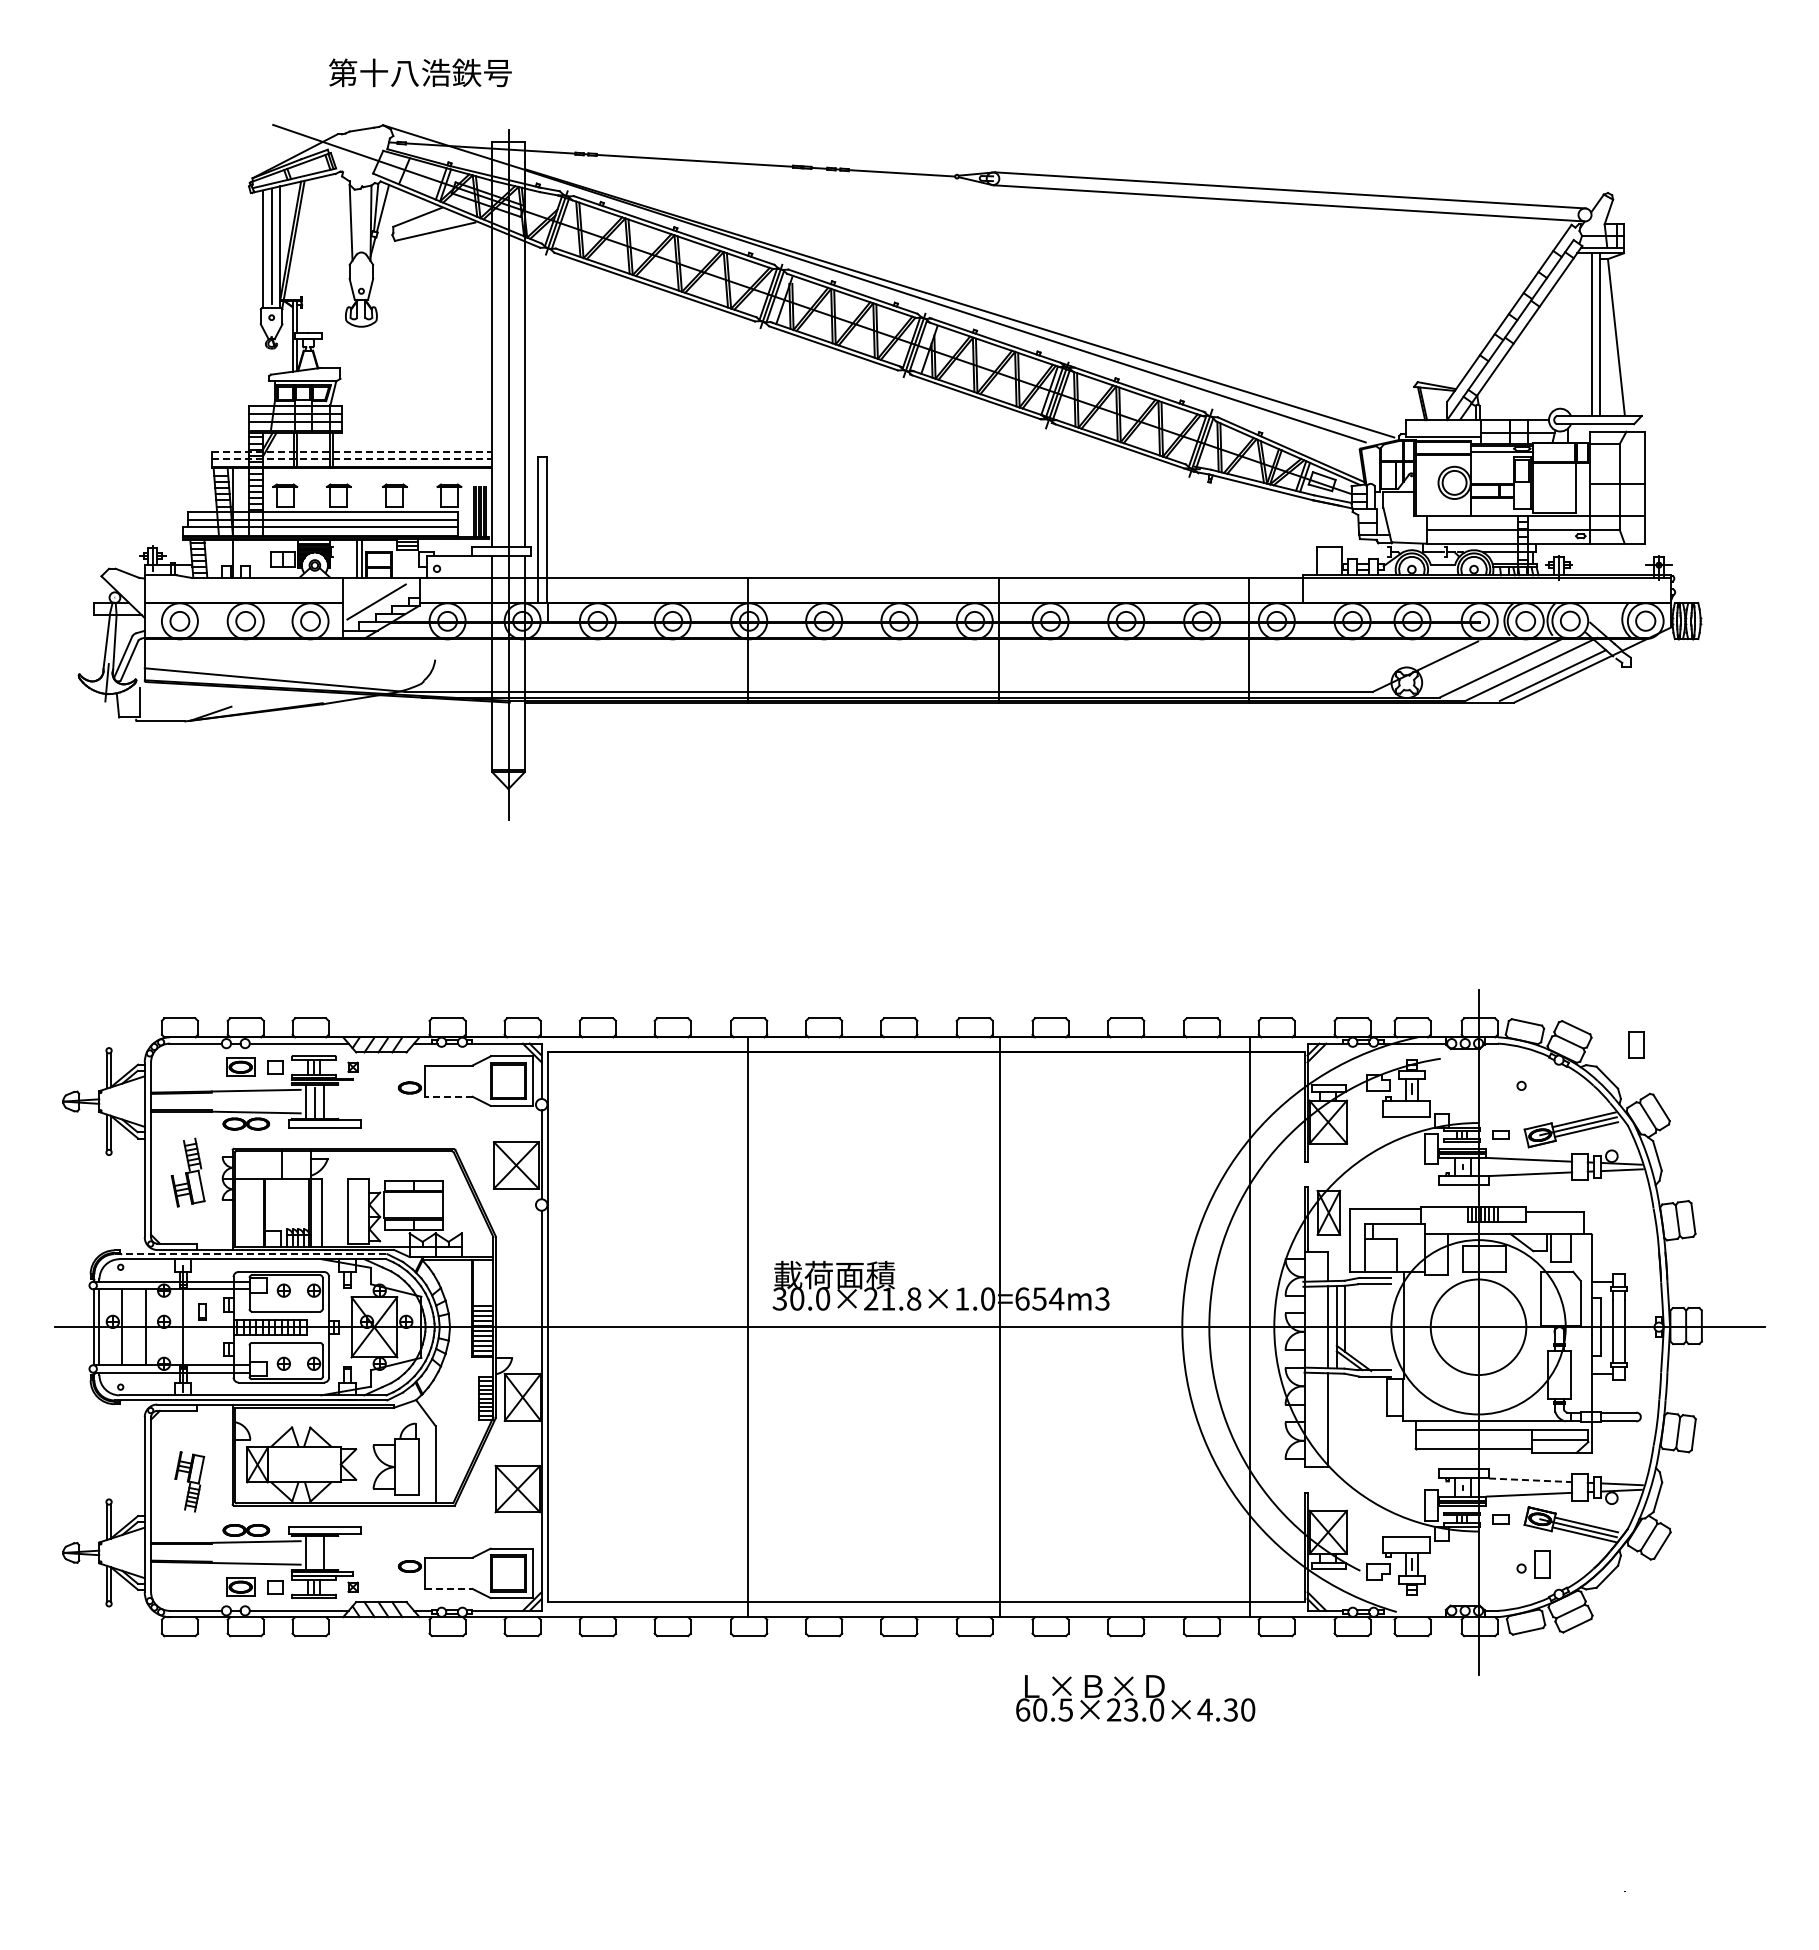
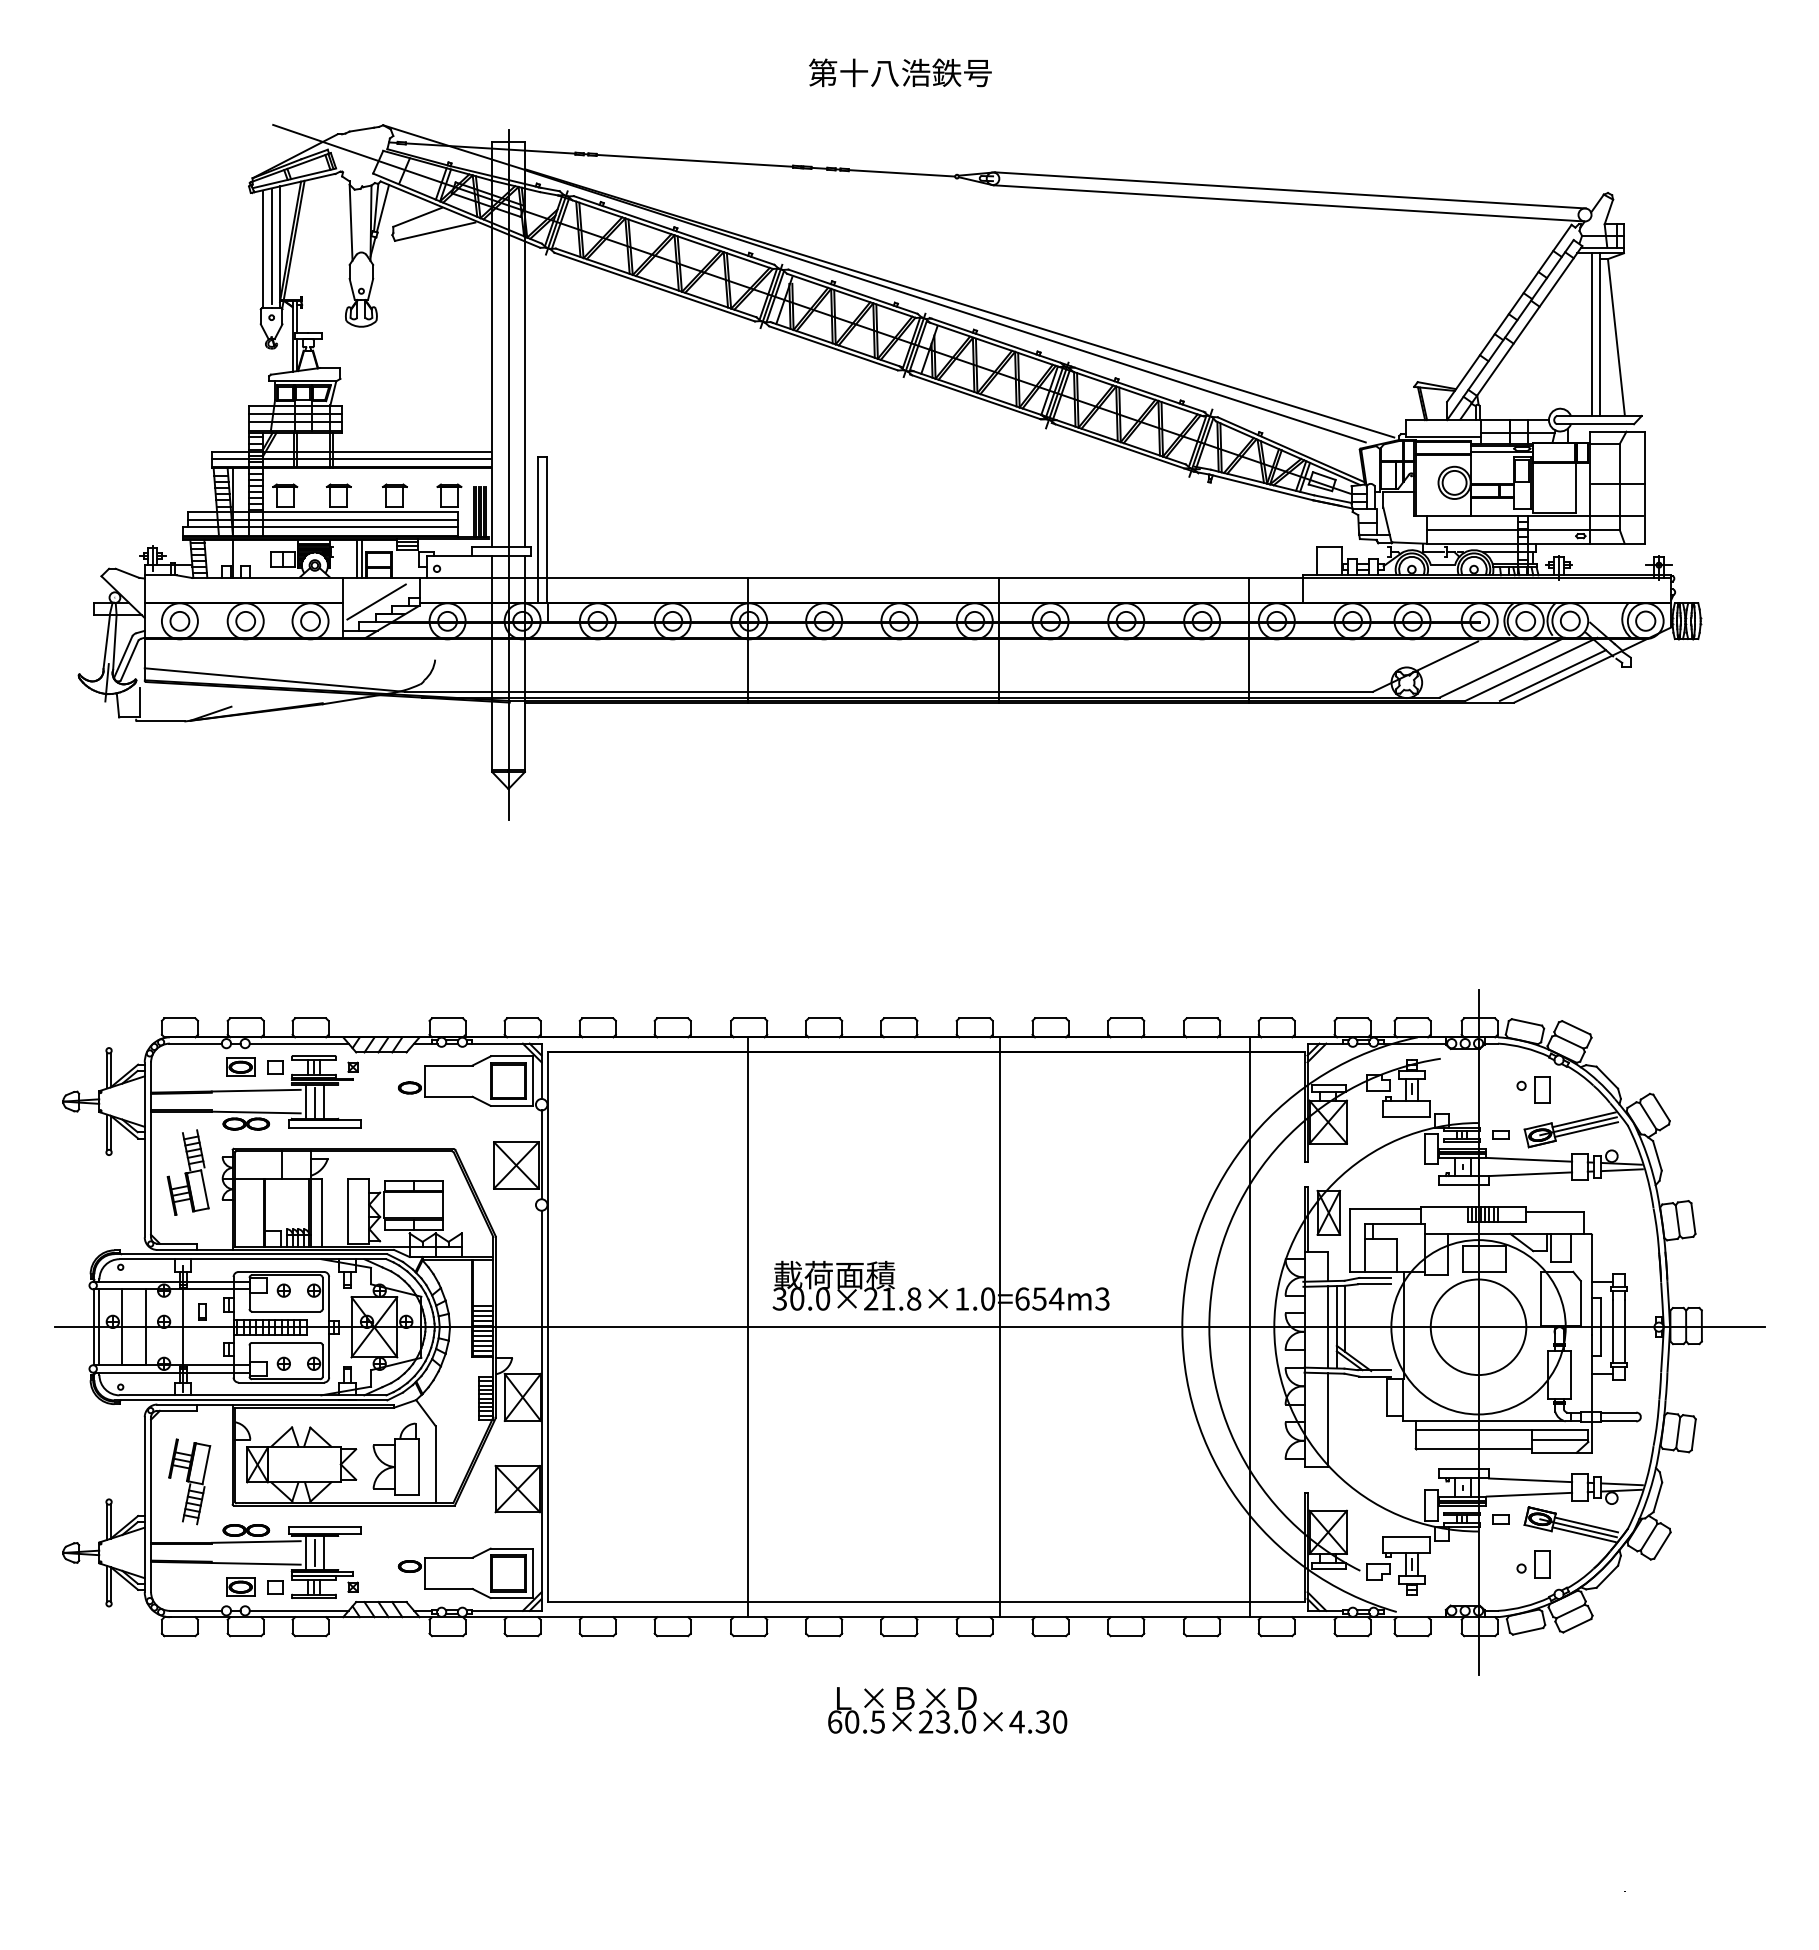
text at (420, 72) position: (420, 72) -> (900, 72)
line at (351, 451): dashed -> solid
line at (351, 458): dashed -> solid
part at (1636, 1044) position: (1636, 1044) -> (1542, 1089)
line at (449, 1096): dashed -> solid
part at (187, 1172) size: 36x71 px -> 44x87 px
line at (251, 1254): dashed -> solid
line at (1530, 1480): dashed -> solid
part at (189, 1481) size: 32x62 px -> 44x88 px
line at (314, 1552): none -> present
line at (449, 1589): dashed -> solid
text at (1135, 1698) position: (1135, 1698) -> (947, 1710)
